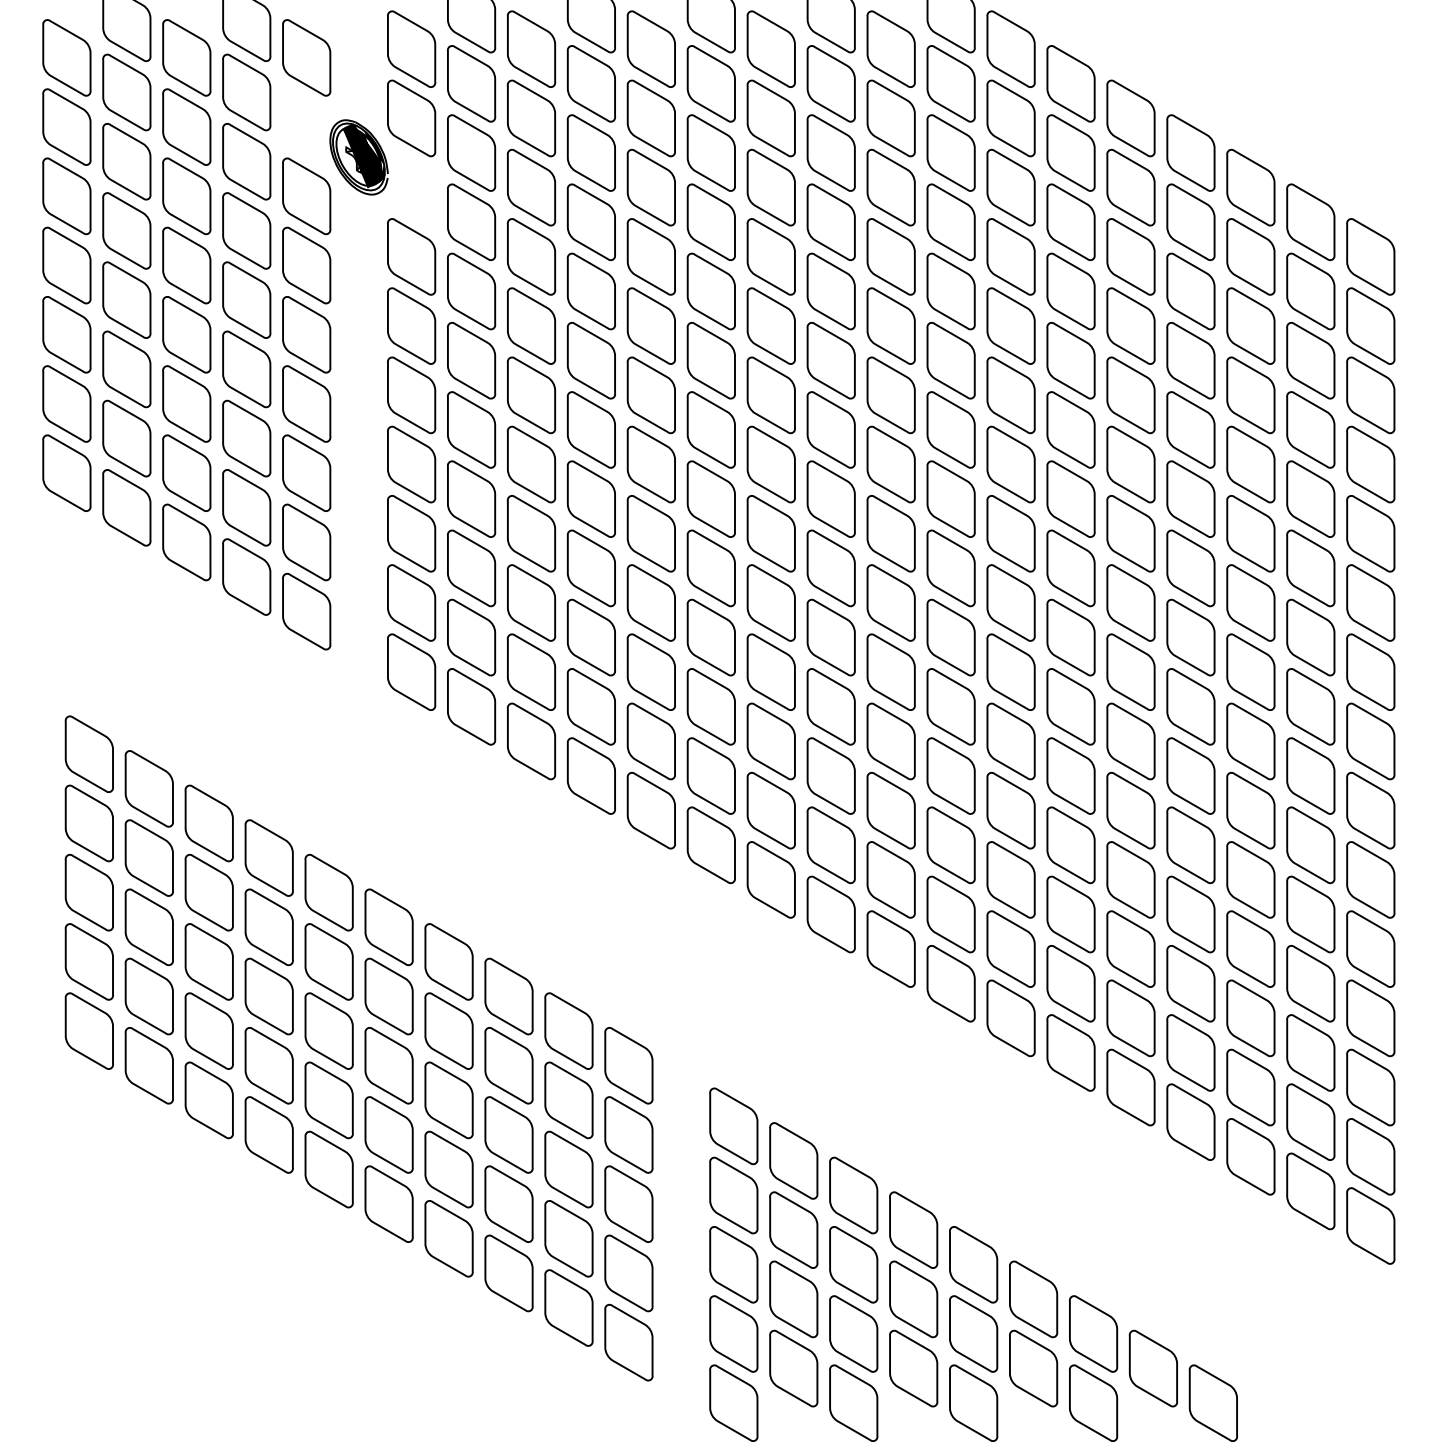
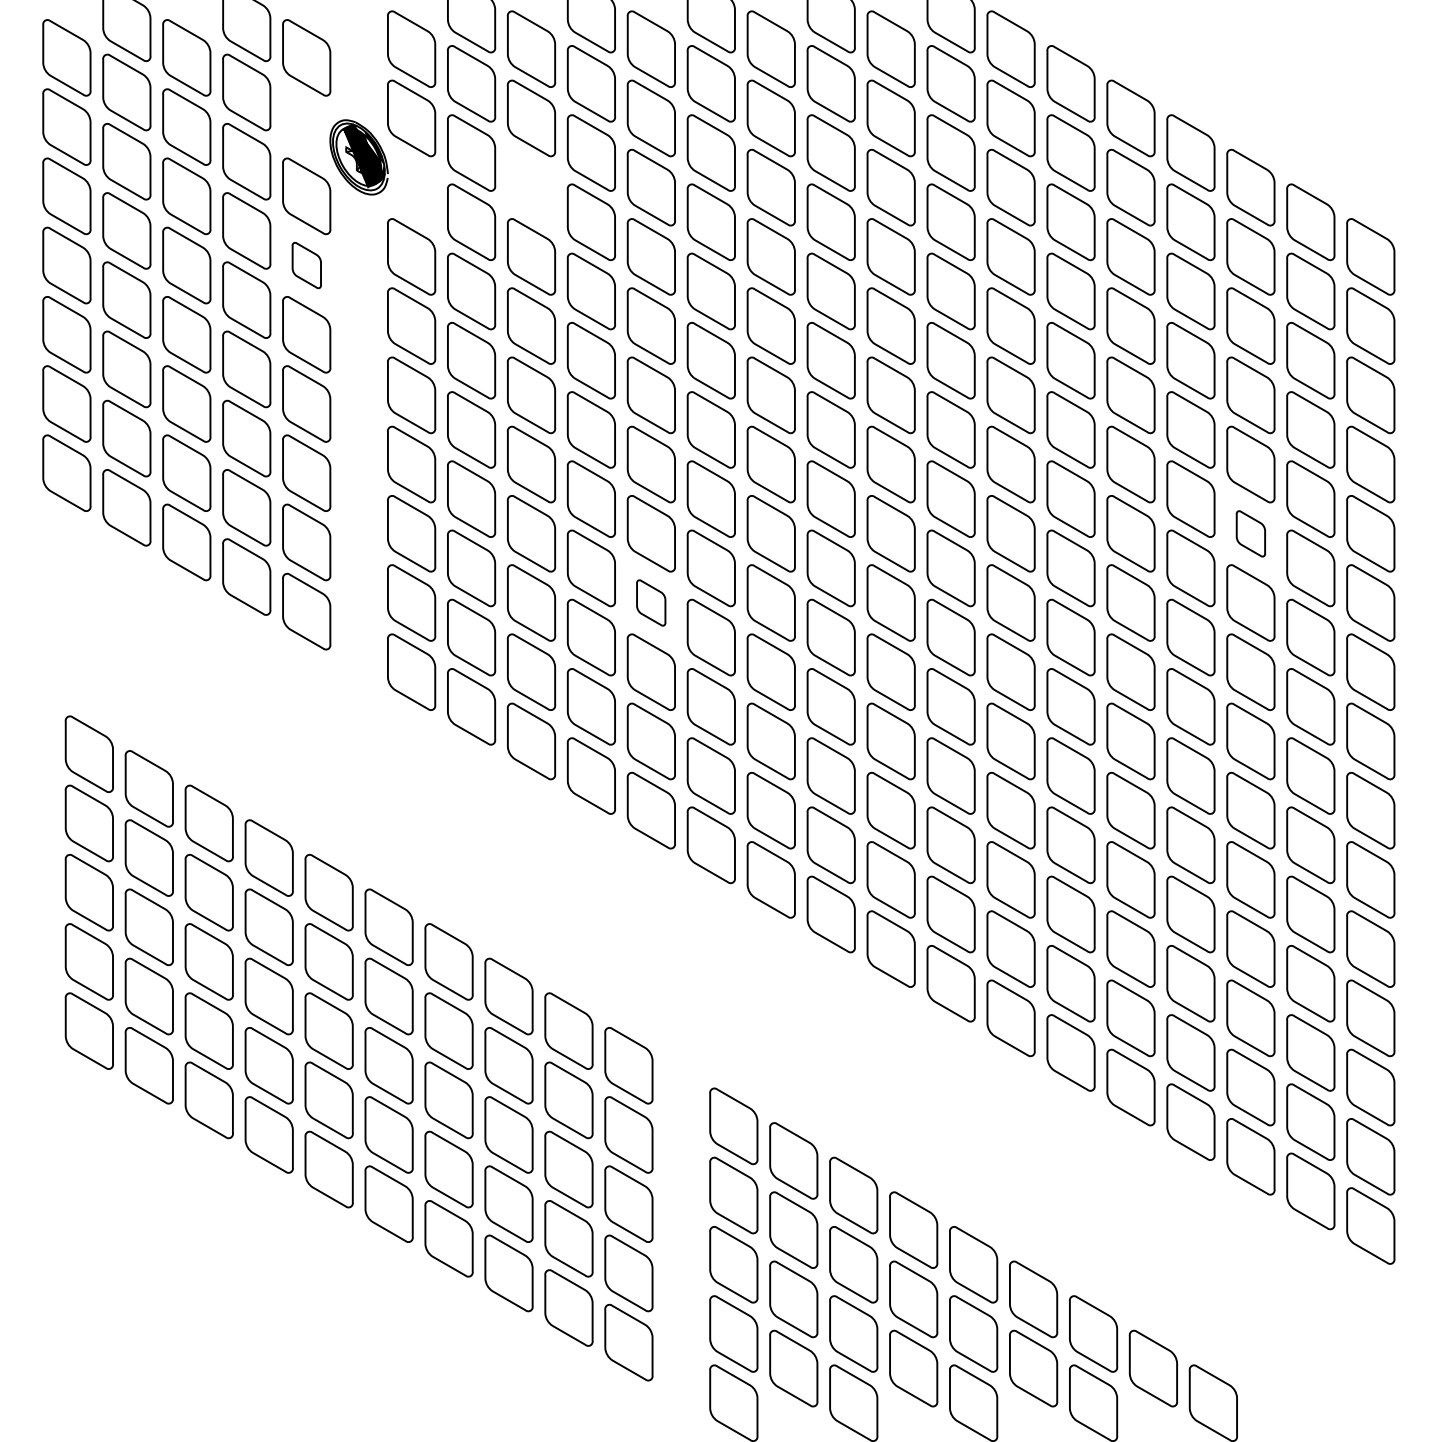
part at (531, 187): present -> none
part at (306, 265) size: 50x79 px -> 31x48 px
part at (1250, 533) size: 50x78 px -> 31x48 px
part at (650, 602) size: 50x78 px -> 31x48 px
